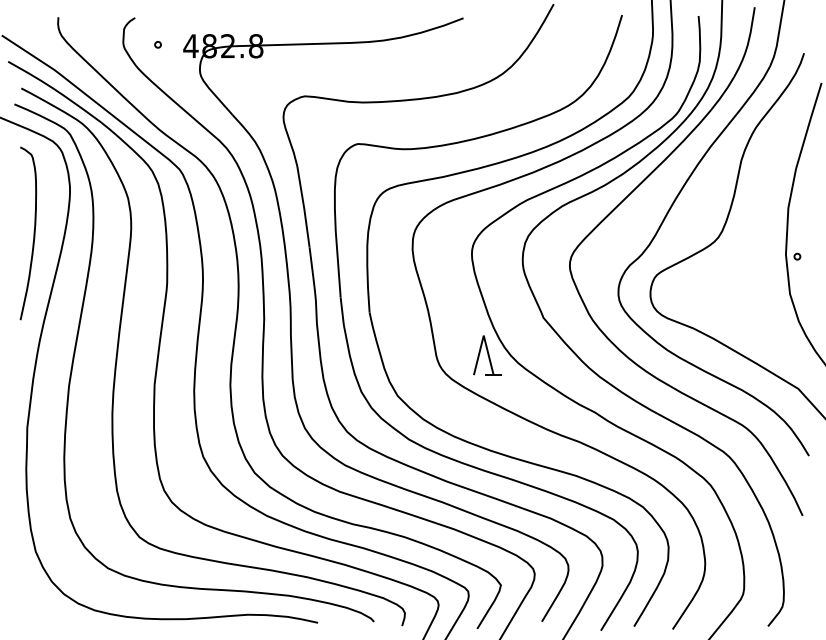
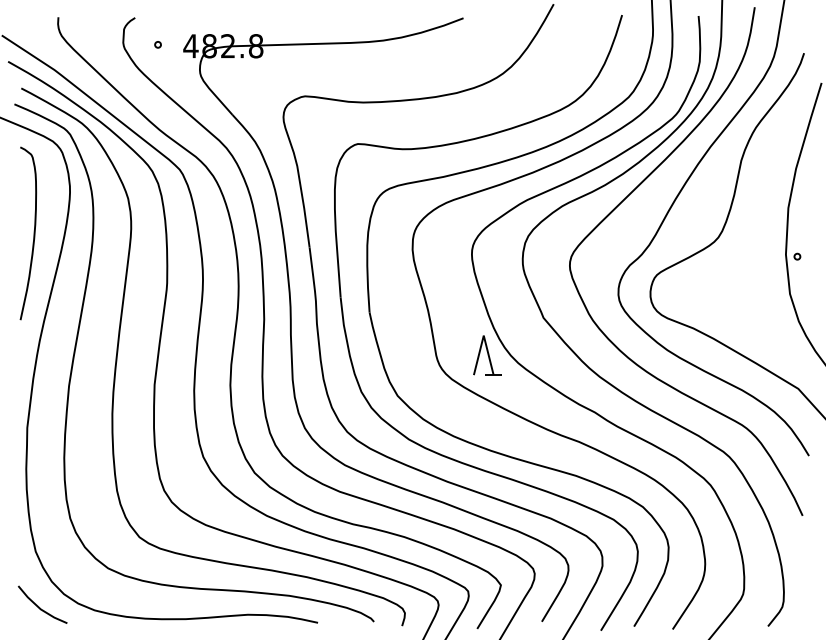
line at (39, 606): none -> present
